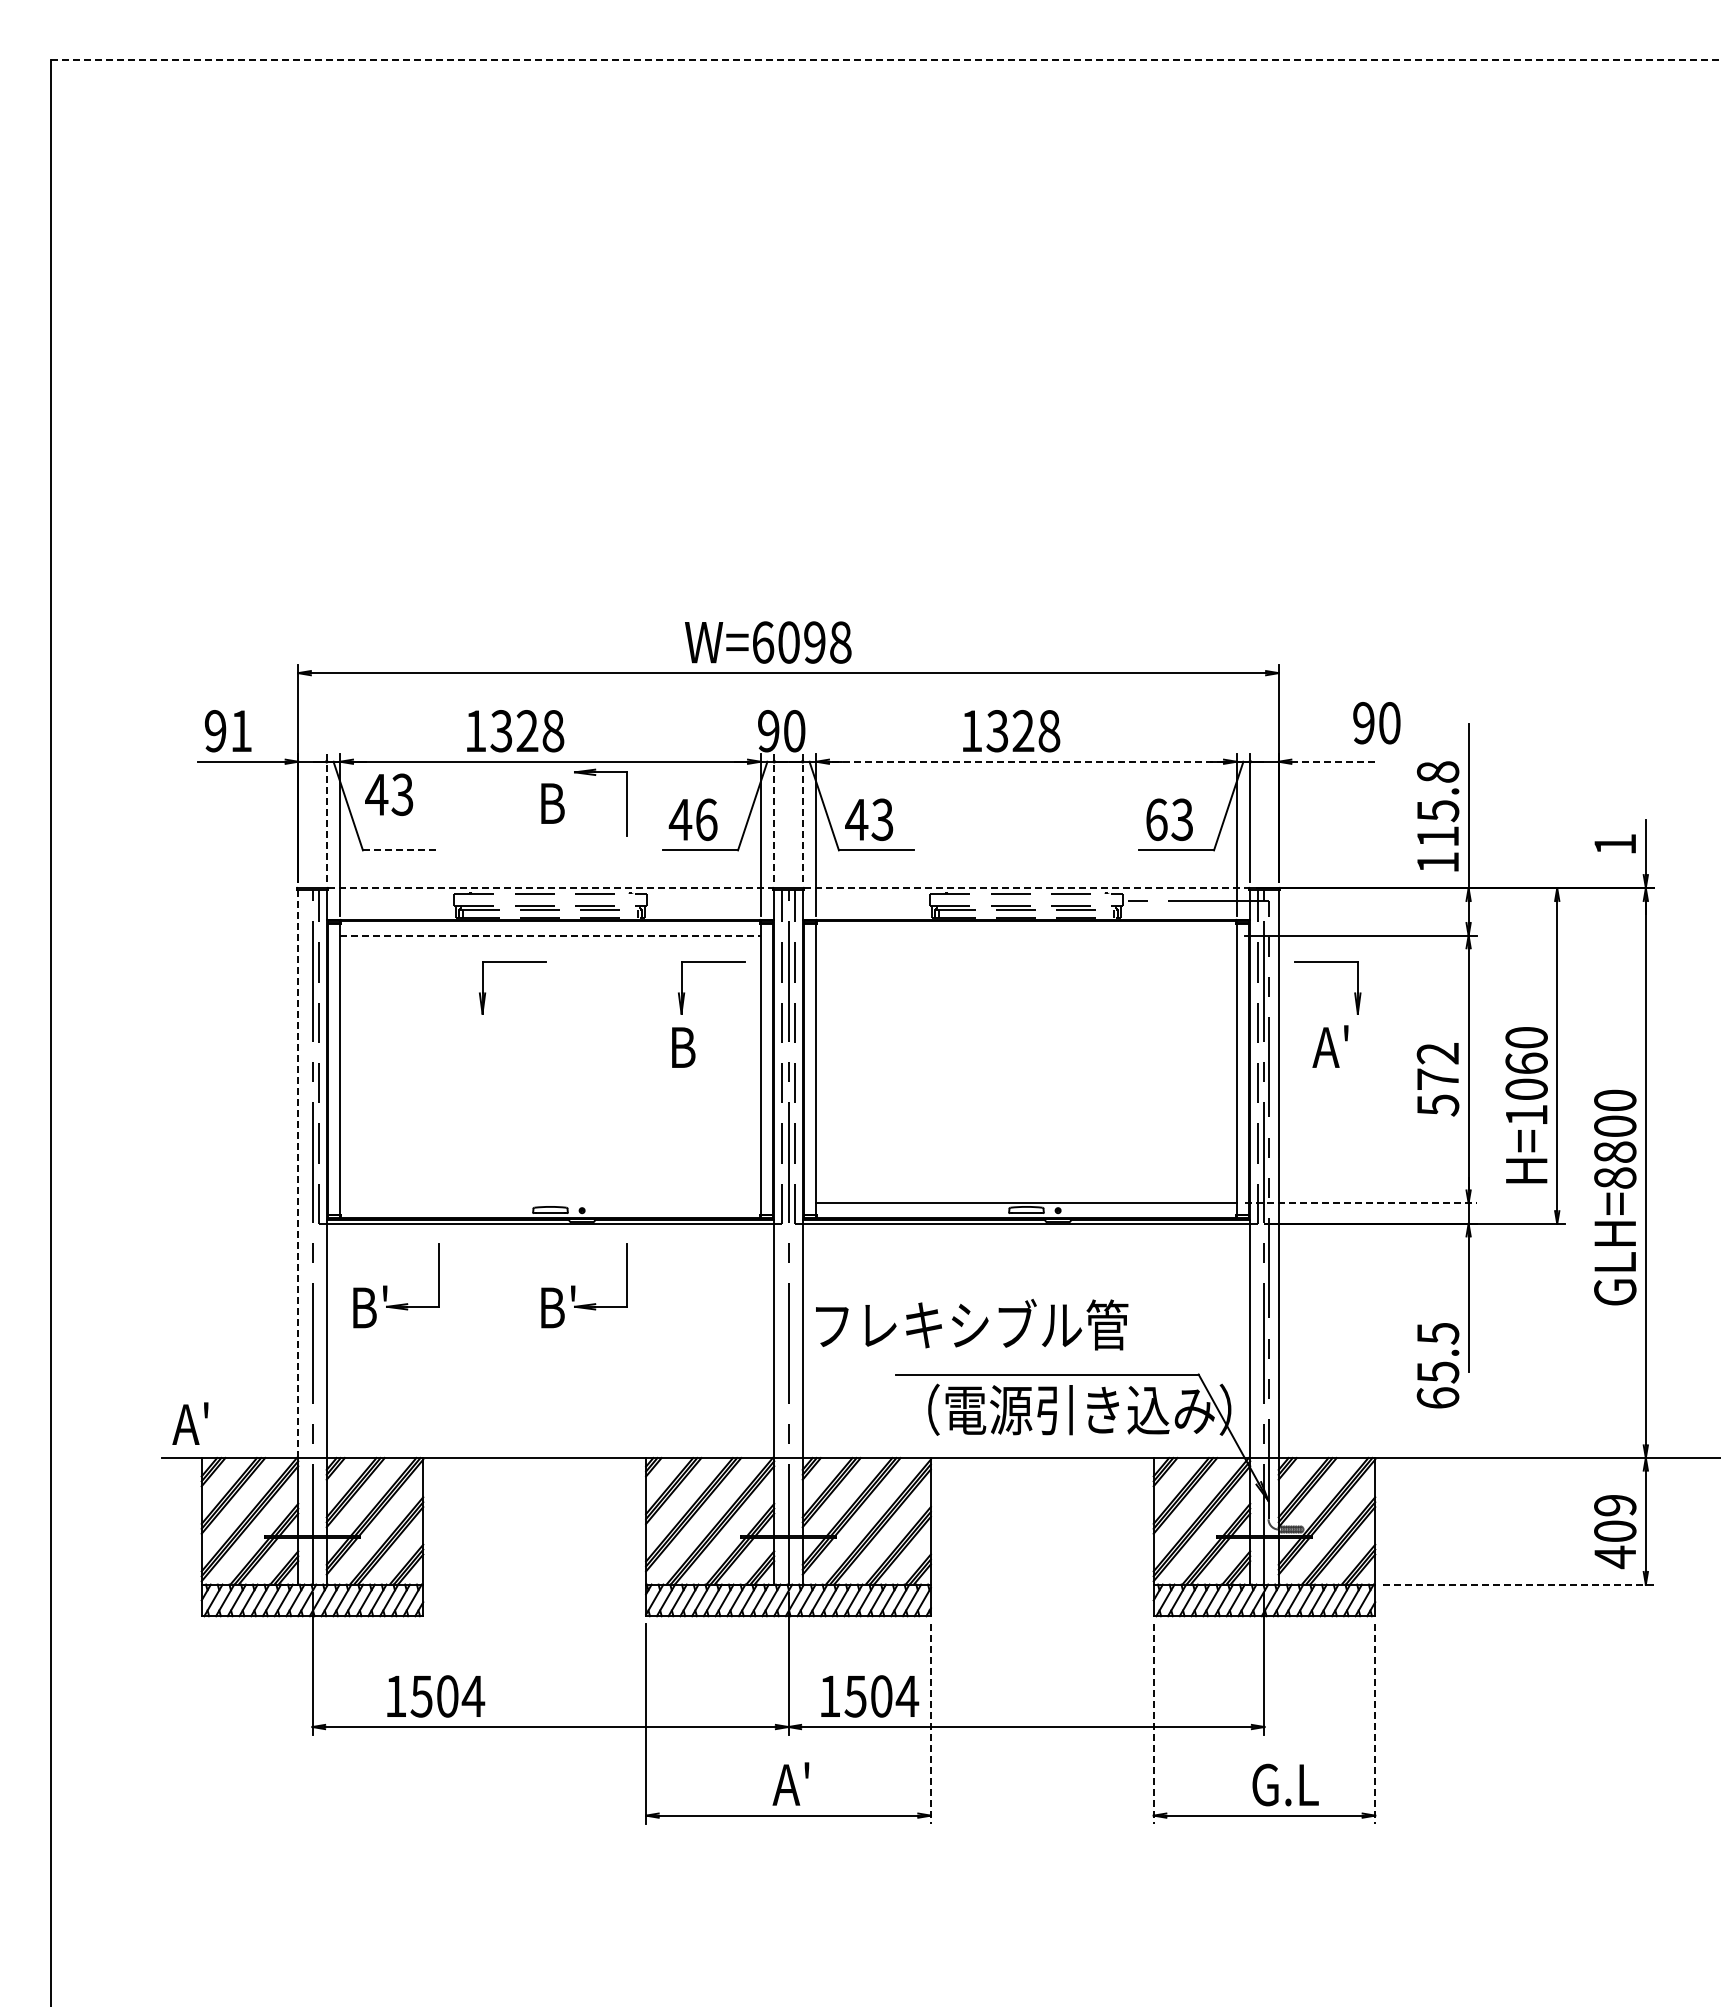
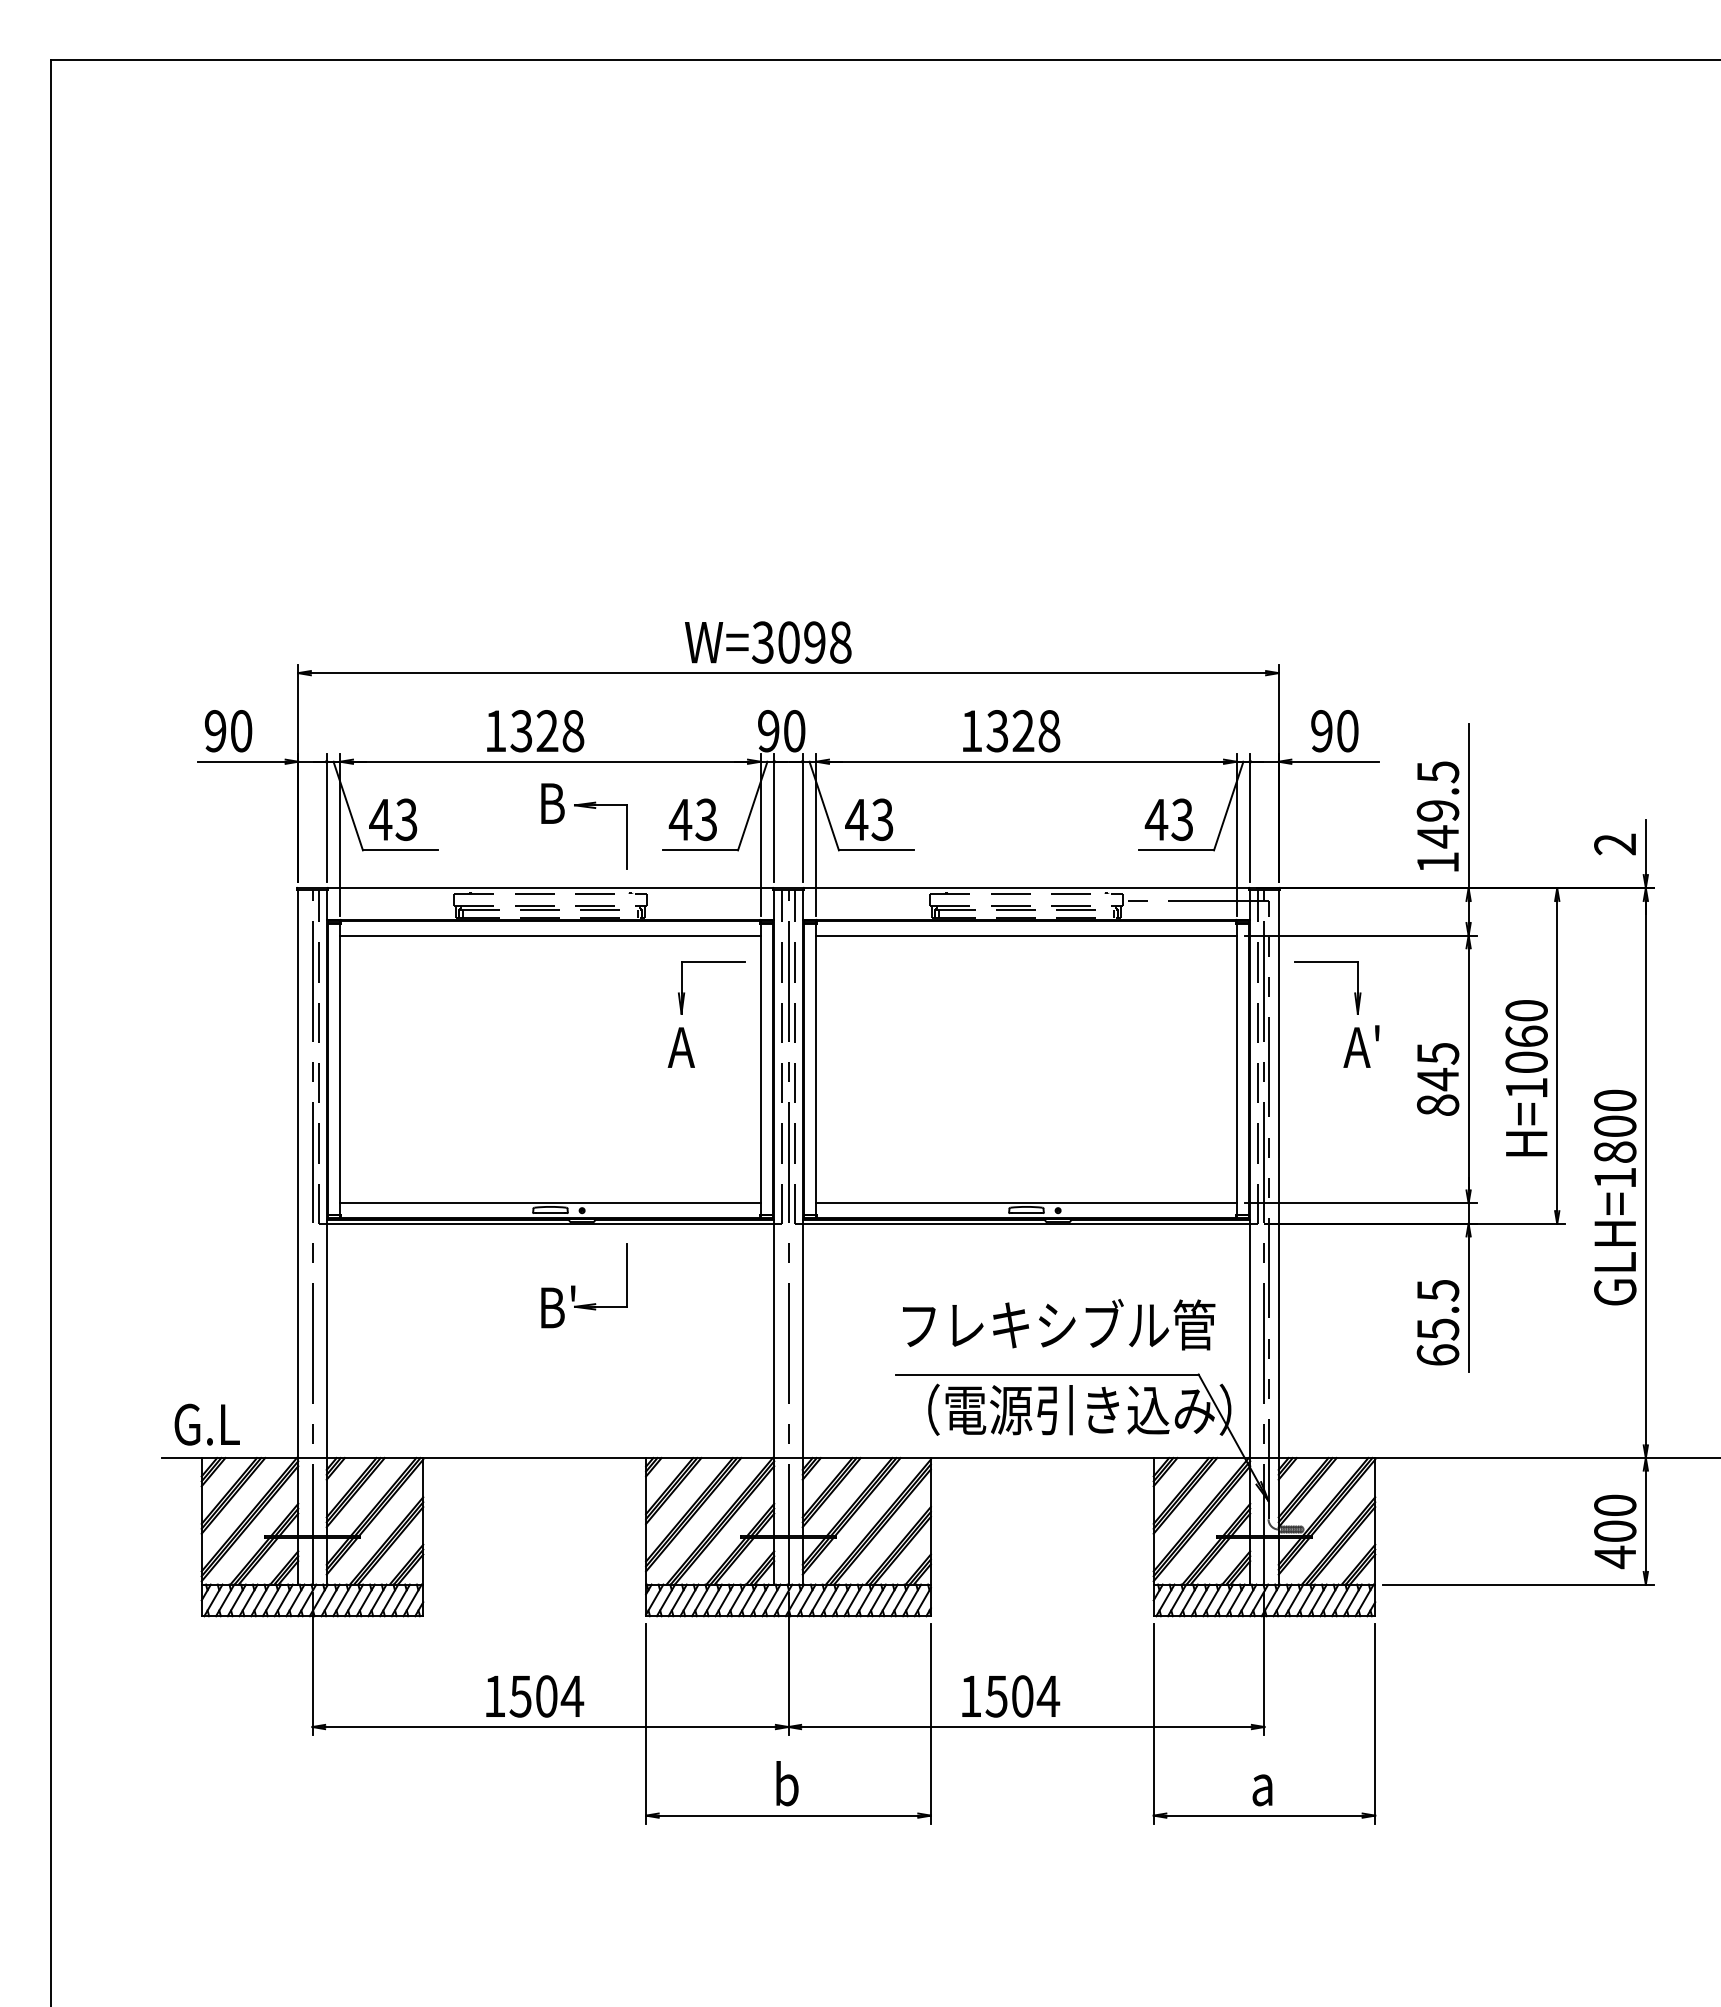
line at (886, 60): dashed -> solid
text at (763, 642): W=6098 -> W=3098
text at (1376, 723) position: (1376, 723) -> (1334, 731)
text at (241, 731): 91 -> 90
text at (515, 731) position: (515, 731) -> (535, 731)
line at (1025, 761): dashed -> solid
line at (1335, 761): dashed -> solid
text at (389, 794) position: (389, 794) -> (393, 819)
part at (626, 802) position: (626, 802) -> (626, 835)
text at (1437, 804): 115.8 -> 149.5
line at (326, 817): dashed -> solid
line at (774, 817): dashed -> solid
line at (802, 817): dashed -> solid
text at (706, 819): 46 -> 43
text at (1156, 819): 63 -> 43
text at (1614, 844): 1 -> 2
line at (400, 850): dashed -> solid
line at (550, 888): dashed -> solid
line at (1026, 888): dashed -> solid
line at (551, 935): dashed -> solid
line at (1026, 935): none -> present
part at (512, 962): present -> none
text at (1330, 1046) position: (1330, 1046) -> (1361, 1046)
text at (681, 1047): B -> A
text at (1437, 1079): 572 -> 845
text at (1526, 1105) position: (1526, 1105) -> (1526, 1078)
line at (298, 1174): dashed -> solid
text at (1615, 1177): GLH=8800 -> GLH=1800
line at (550, 1203): none -> present
line at (1360, 1203): dashed -> solid
part at (387, 1285): present -> none
text at (972, 1324) position: (972, 1324) -> (1059, 1324)
text at (1437, 1365) position: (1437, 1365) -> (1437, 1322)
text at (205, 1423): A' -> G.L
text at (1615, 1505): 409 -> 400
line at (1518, 1584): dashed -> solid
text at (436, 1696) position: (436, 1696) -> (535, 1696)
text at (870, 1696) position: (870, 1696) -> (1011, 1696)
line at (930, 1723): dashed -> solid
line at (1153, 1723): dashed -> solid
line at (1375, 1723): dashed -> solid
text at (790, 1783): A' -> b
text at (1285, 1784): G.L -> a
